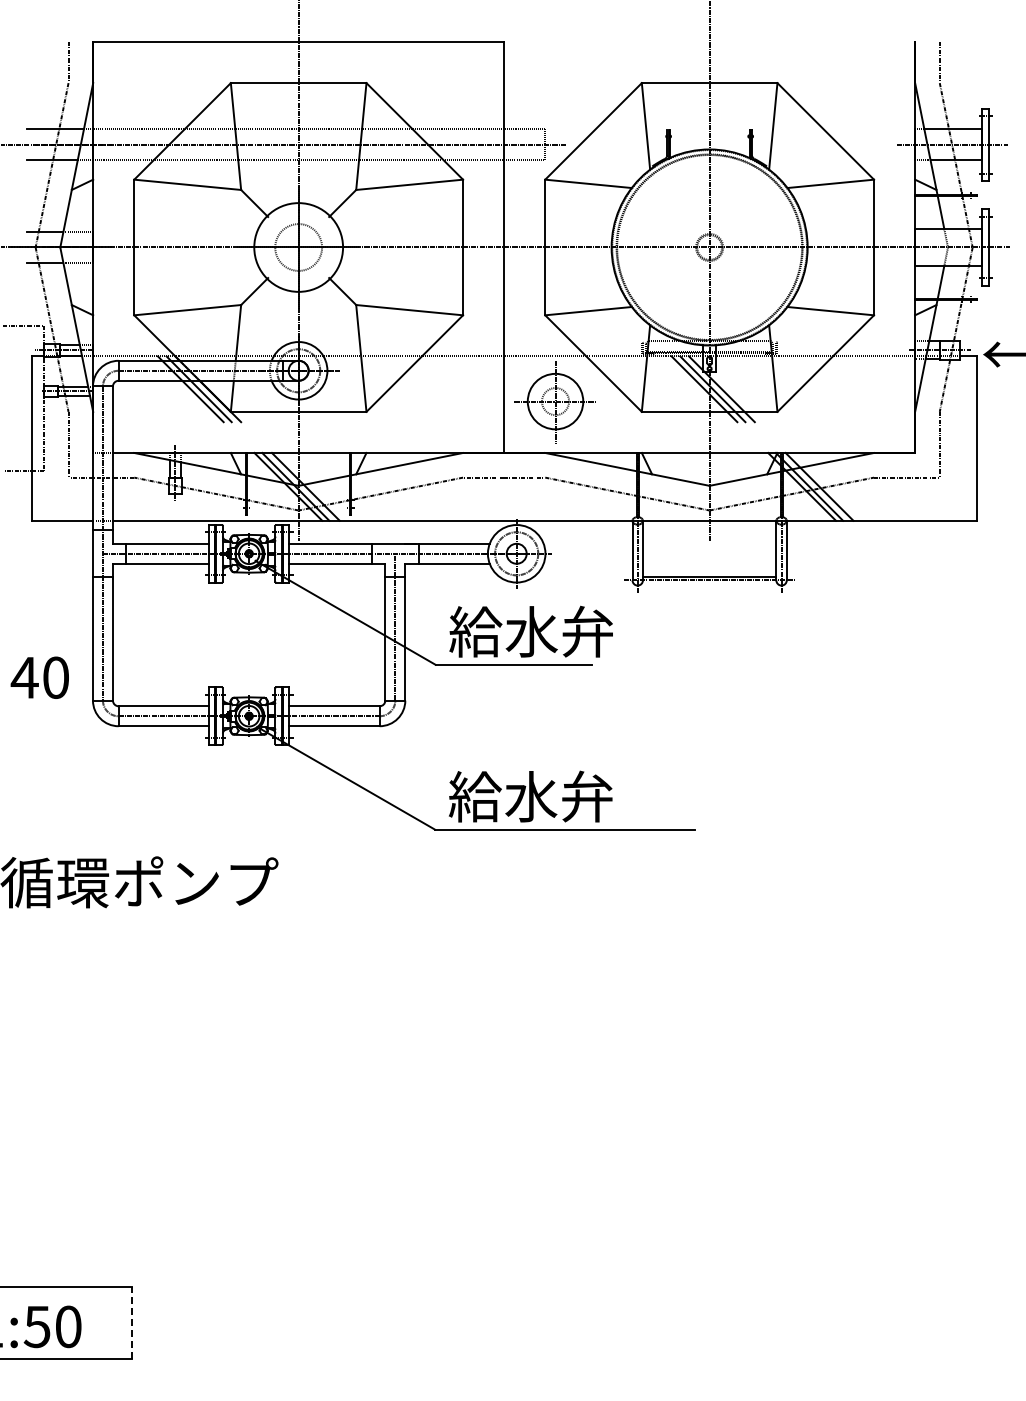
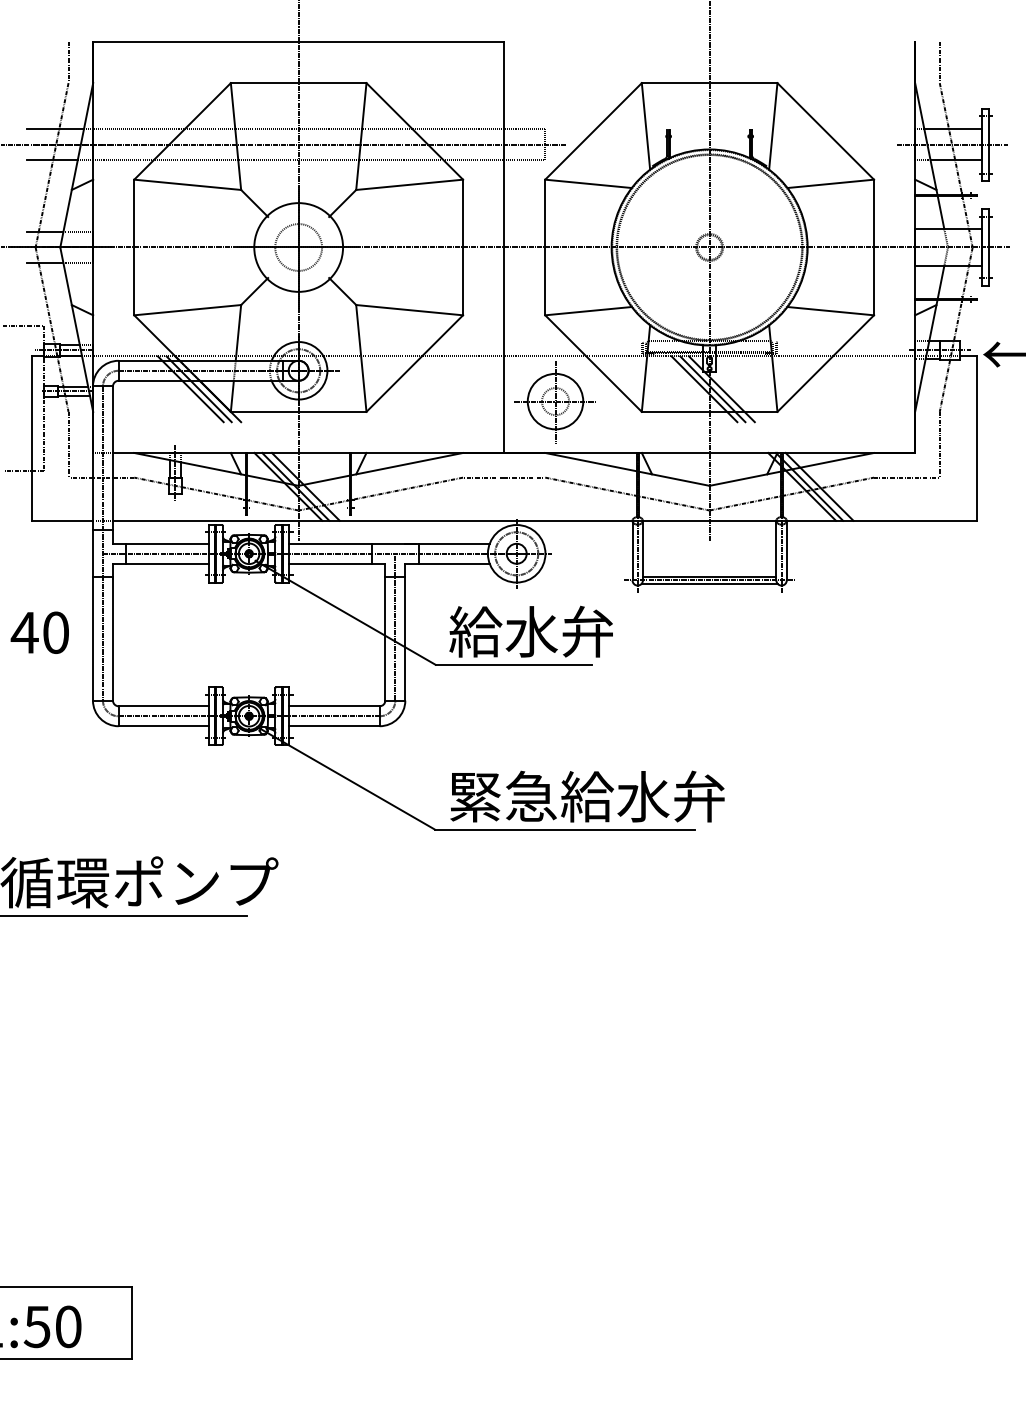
line at (709, 583): none -> present
text at (39, 677) position: (39, 677) -> (39, 632)
text at (586, 796): 給水弁 -> 緊急給水弁
line at (124, 915): none -> present
line at (131, 1323): dashed -> solid
